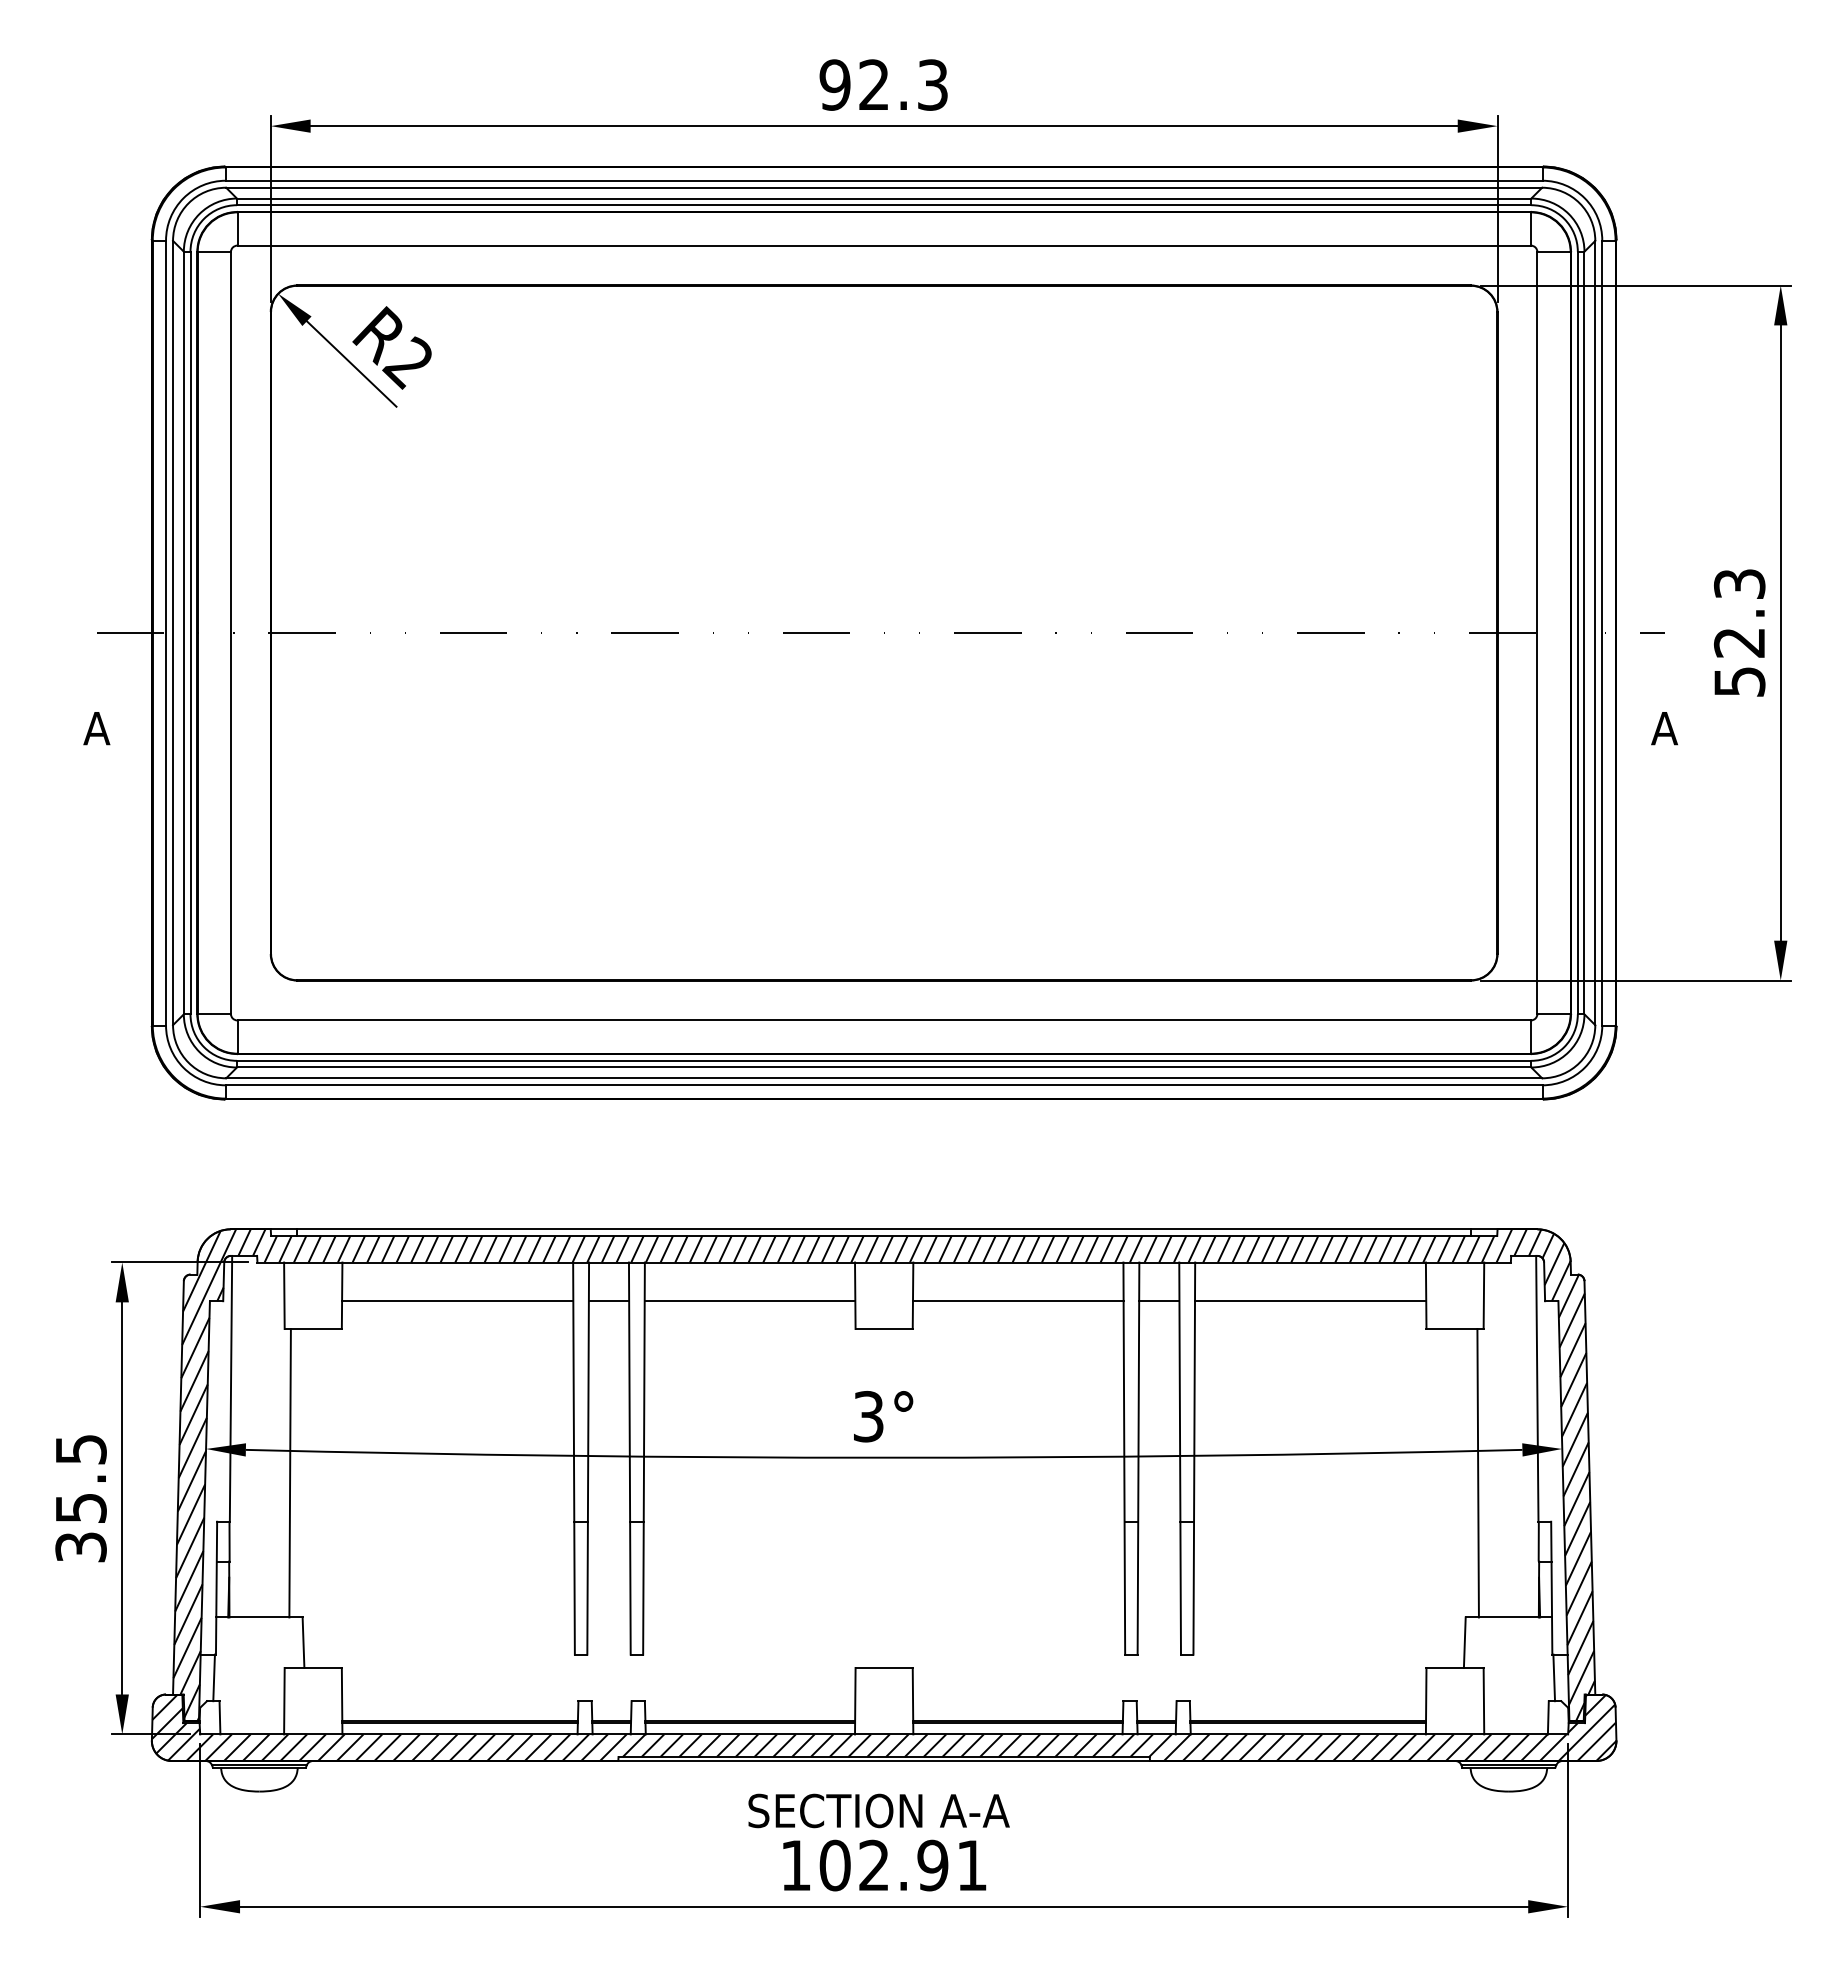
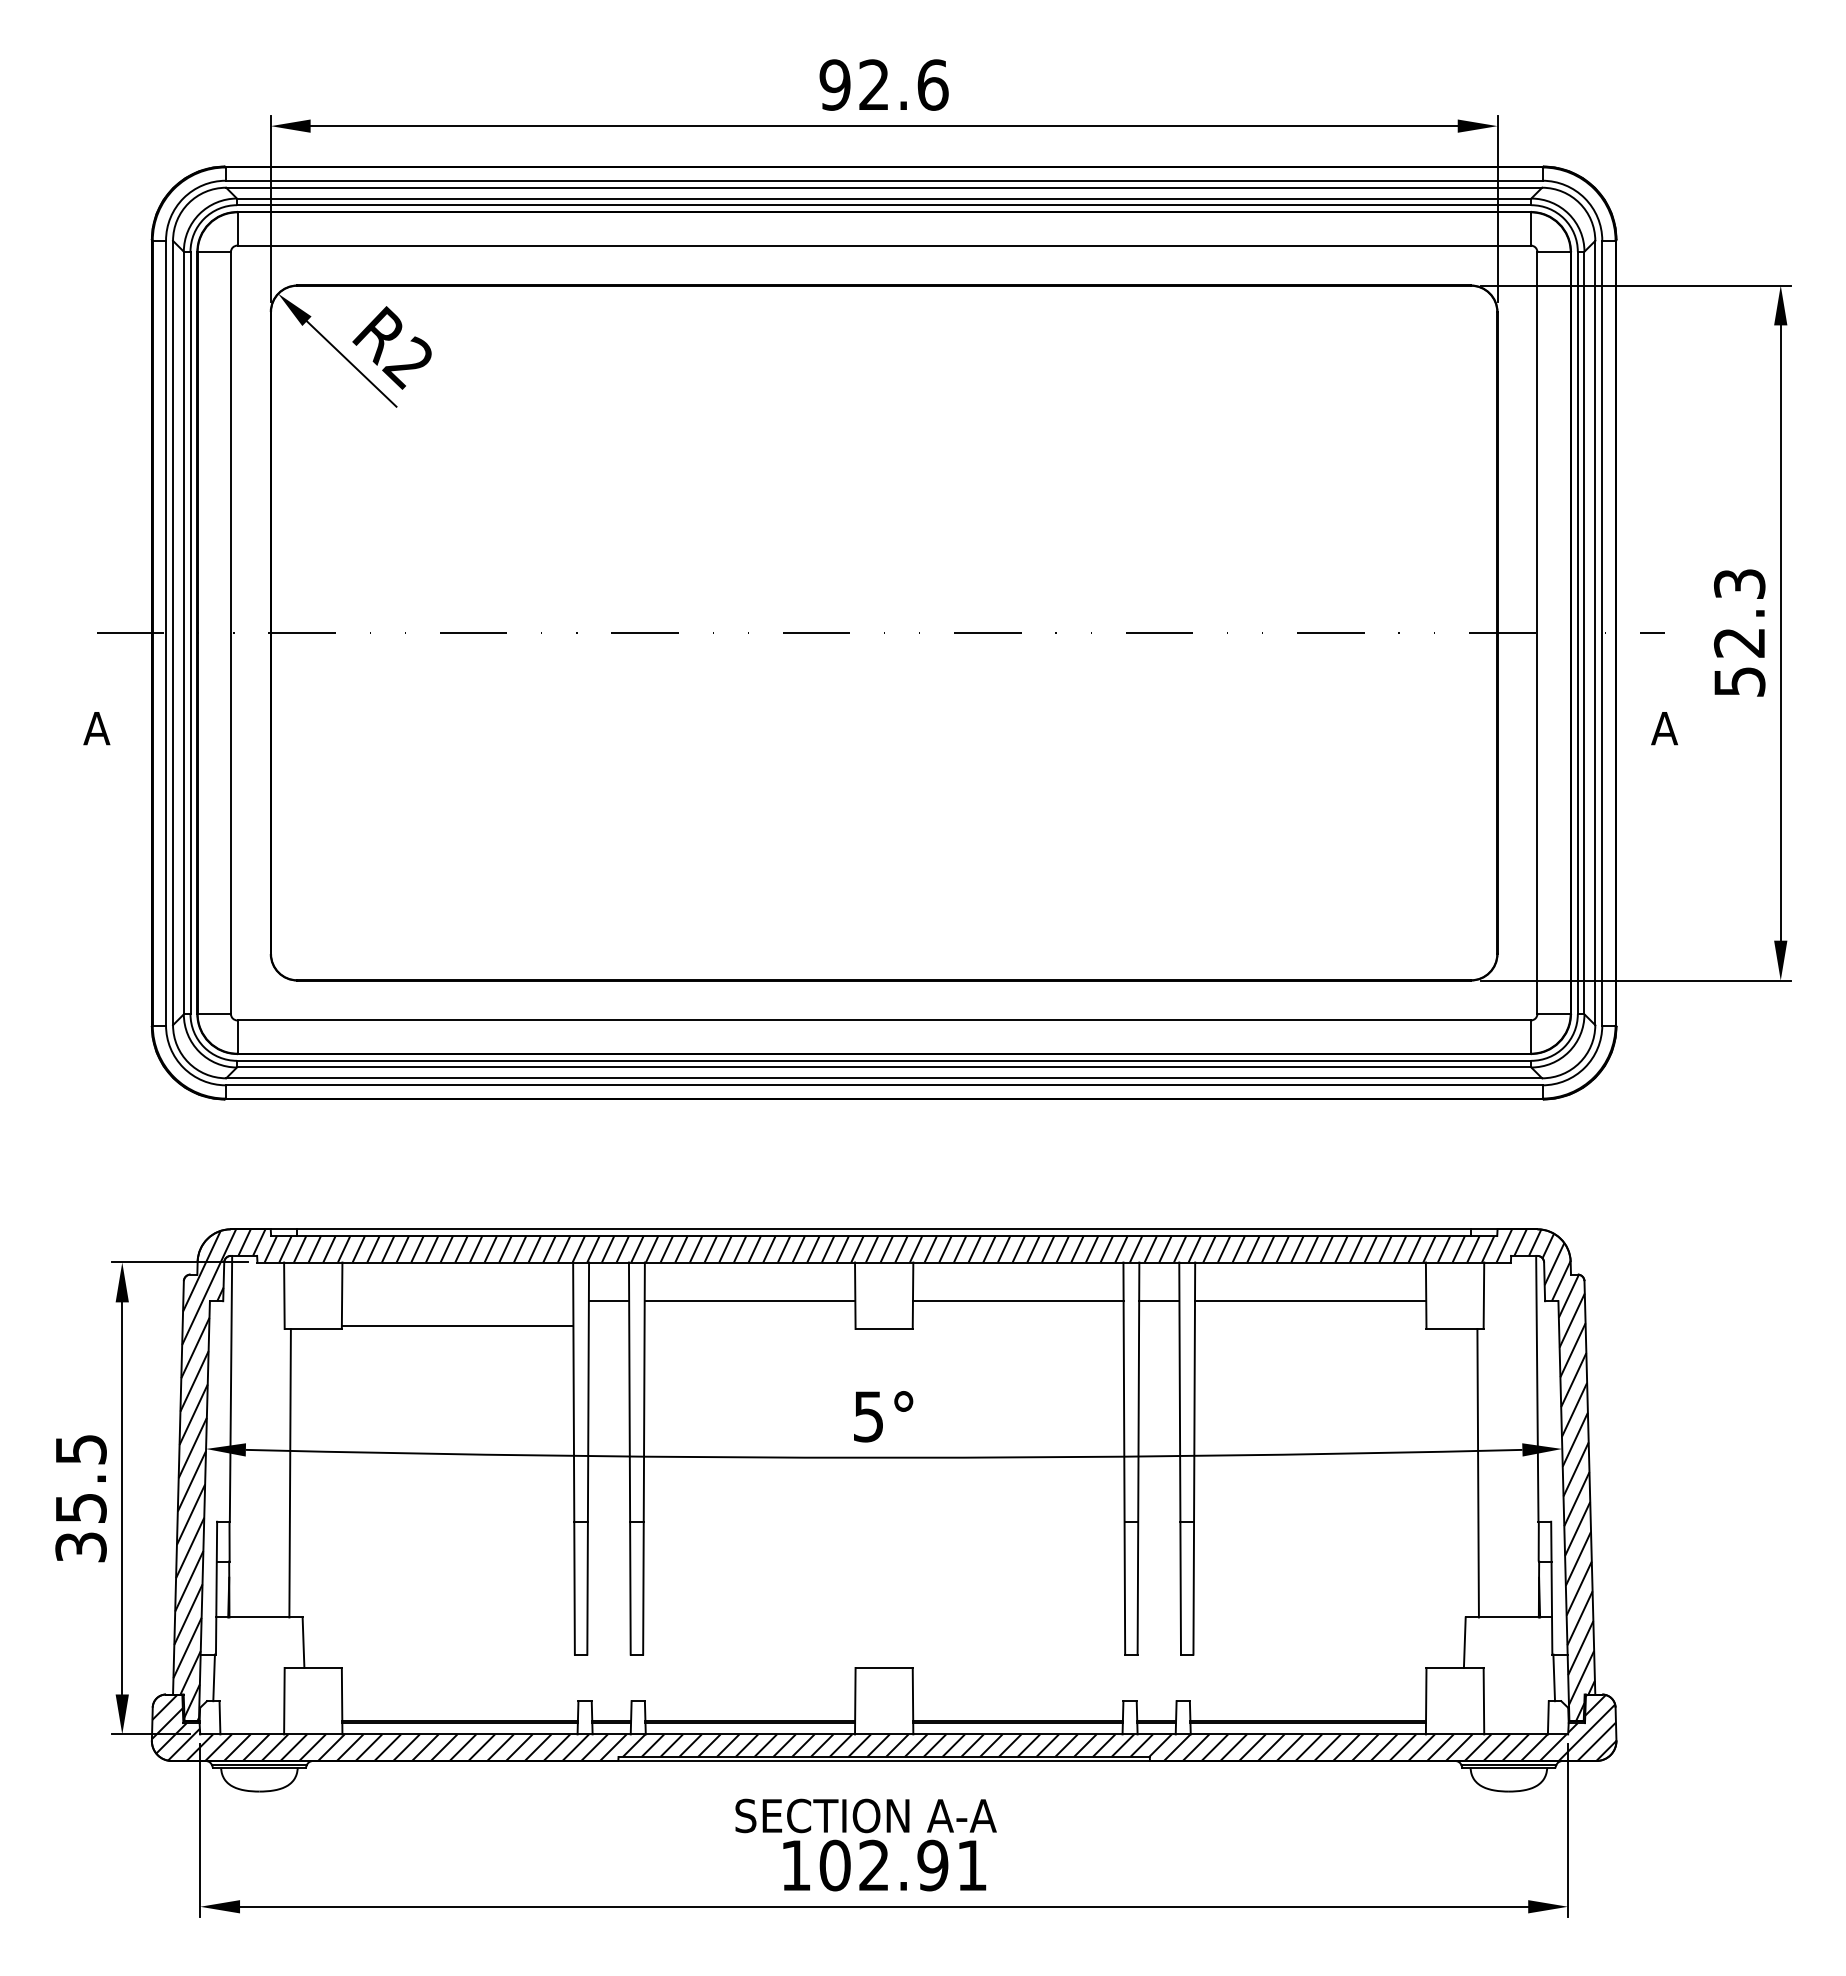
text at (932, 84): 92.3 -> 92.6
line at (457, 1301) position: (457, 1301) -> (457, 1326)
text at (868, 1415): 3° -> 5°
text at (878, 1810) position: (878, 1810) -> (865, 1815)
